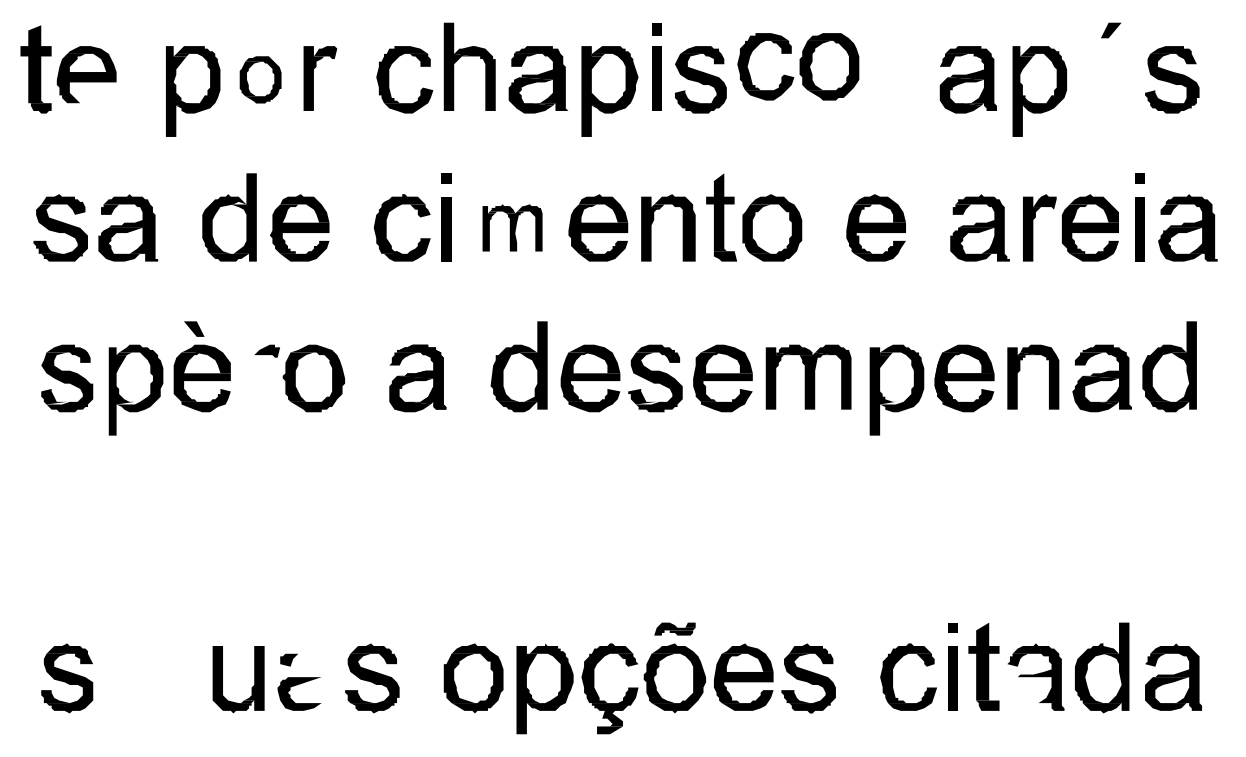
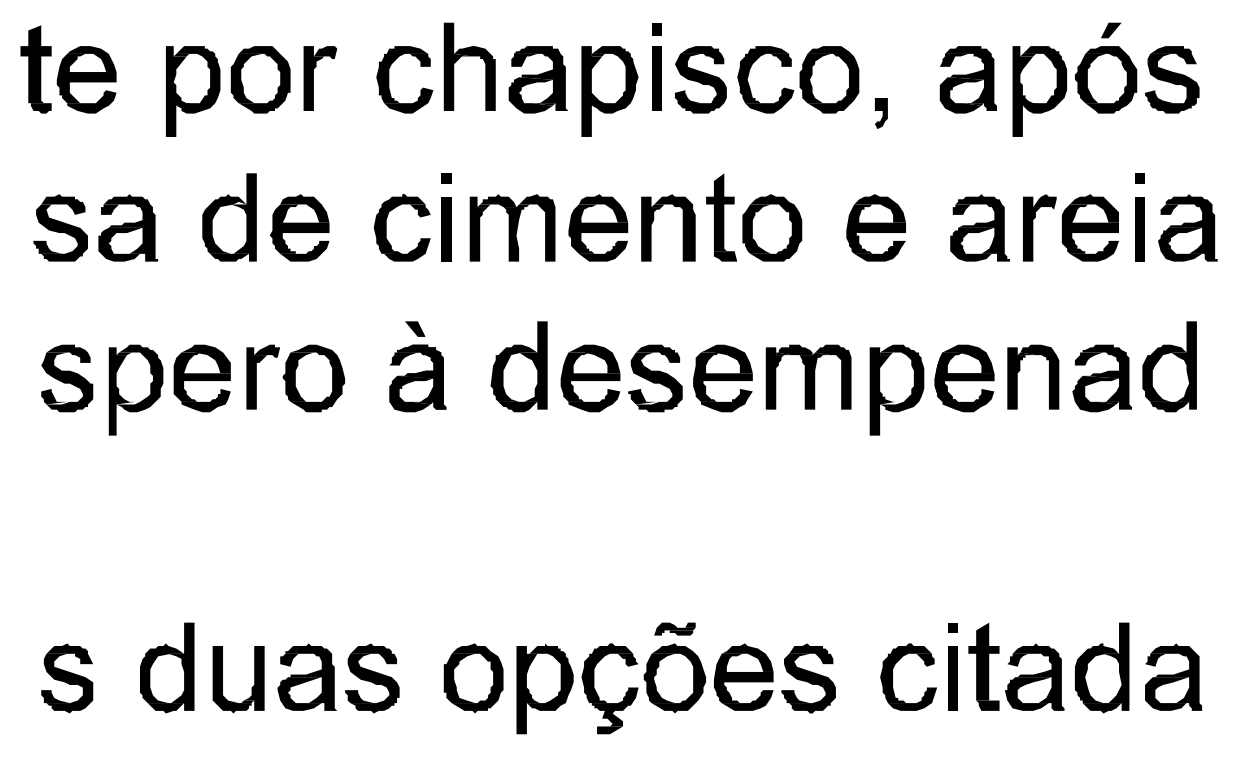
part at (798, 66) position: (798, 66) -> (798, 79)
part at (260, 79) size: 43x48 px -> 61x68 px
part at (1106, 79): none -> present
fill at (91, 101): none -> present
part at (881, 113): none -> present
part at (512, 227) size: 61x48 px -> 87x68 px
part at (194, 328) position: (194, 328) -> (415, 328)
fill at (257, 378): none -> present
part at (167, 667): none -> present
fill at (311, 676): none -> present
fill at (1027, 693): none -> present
